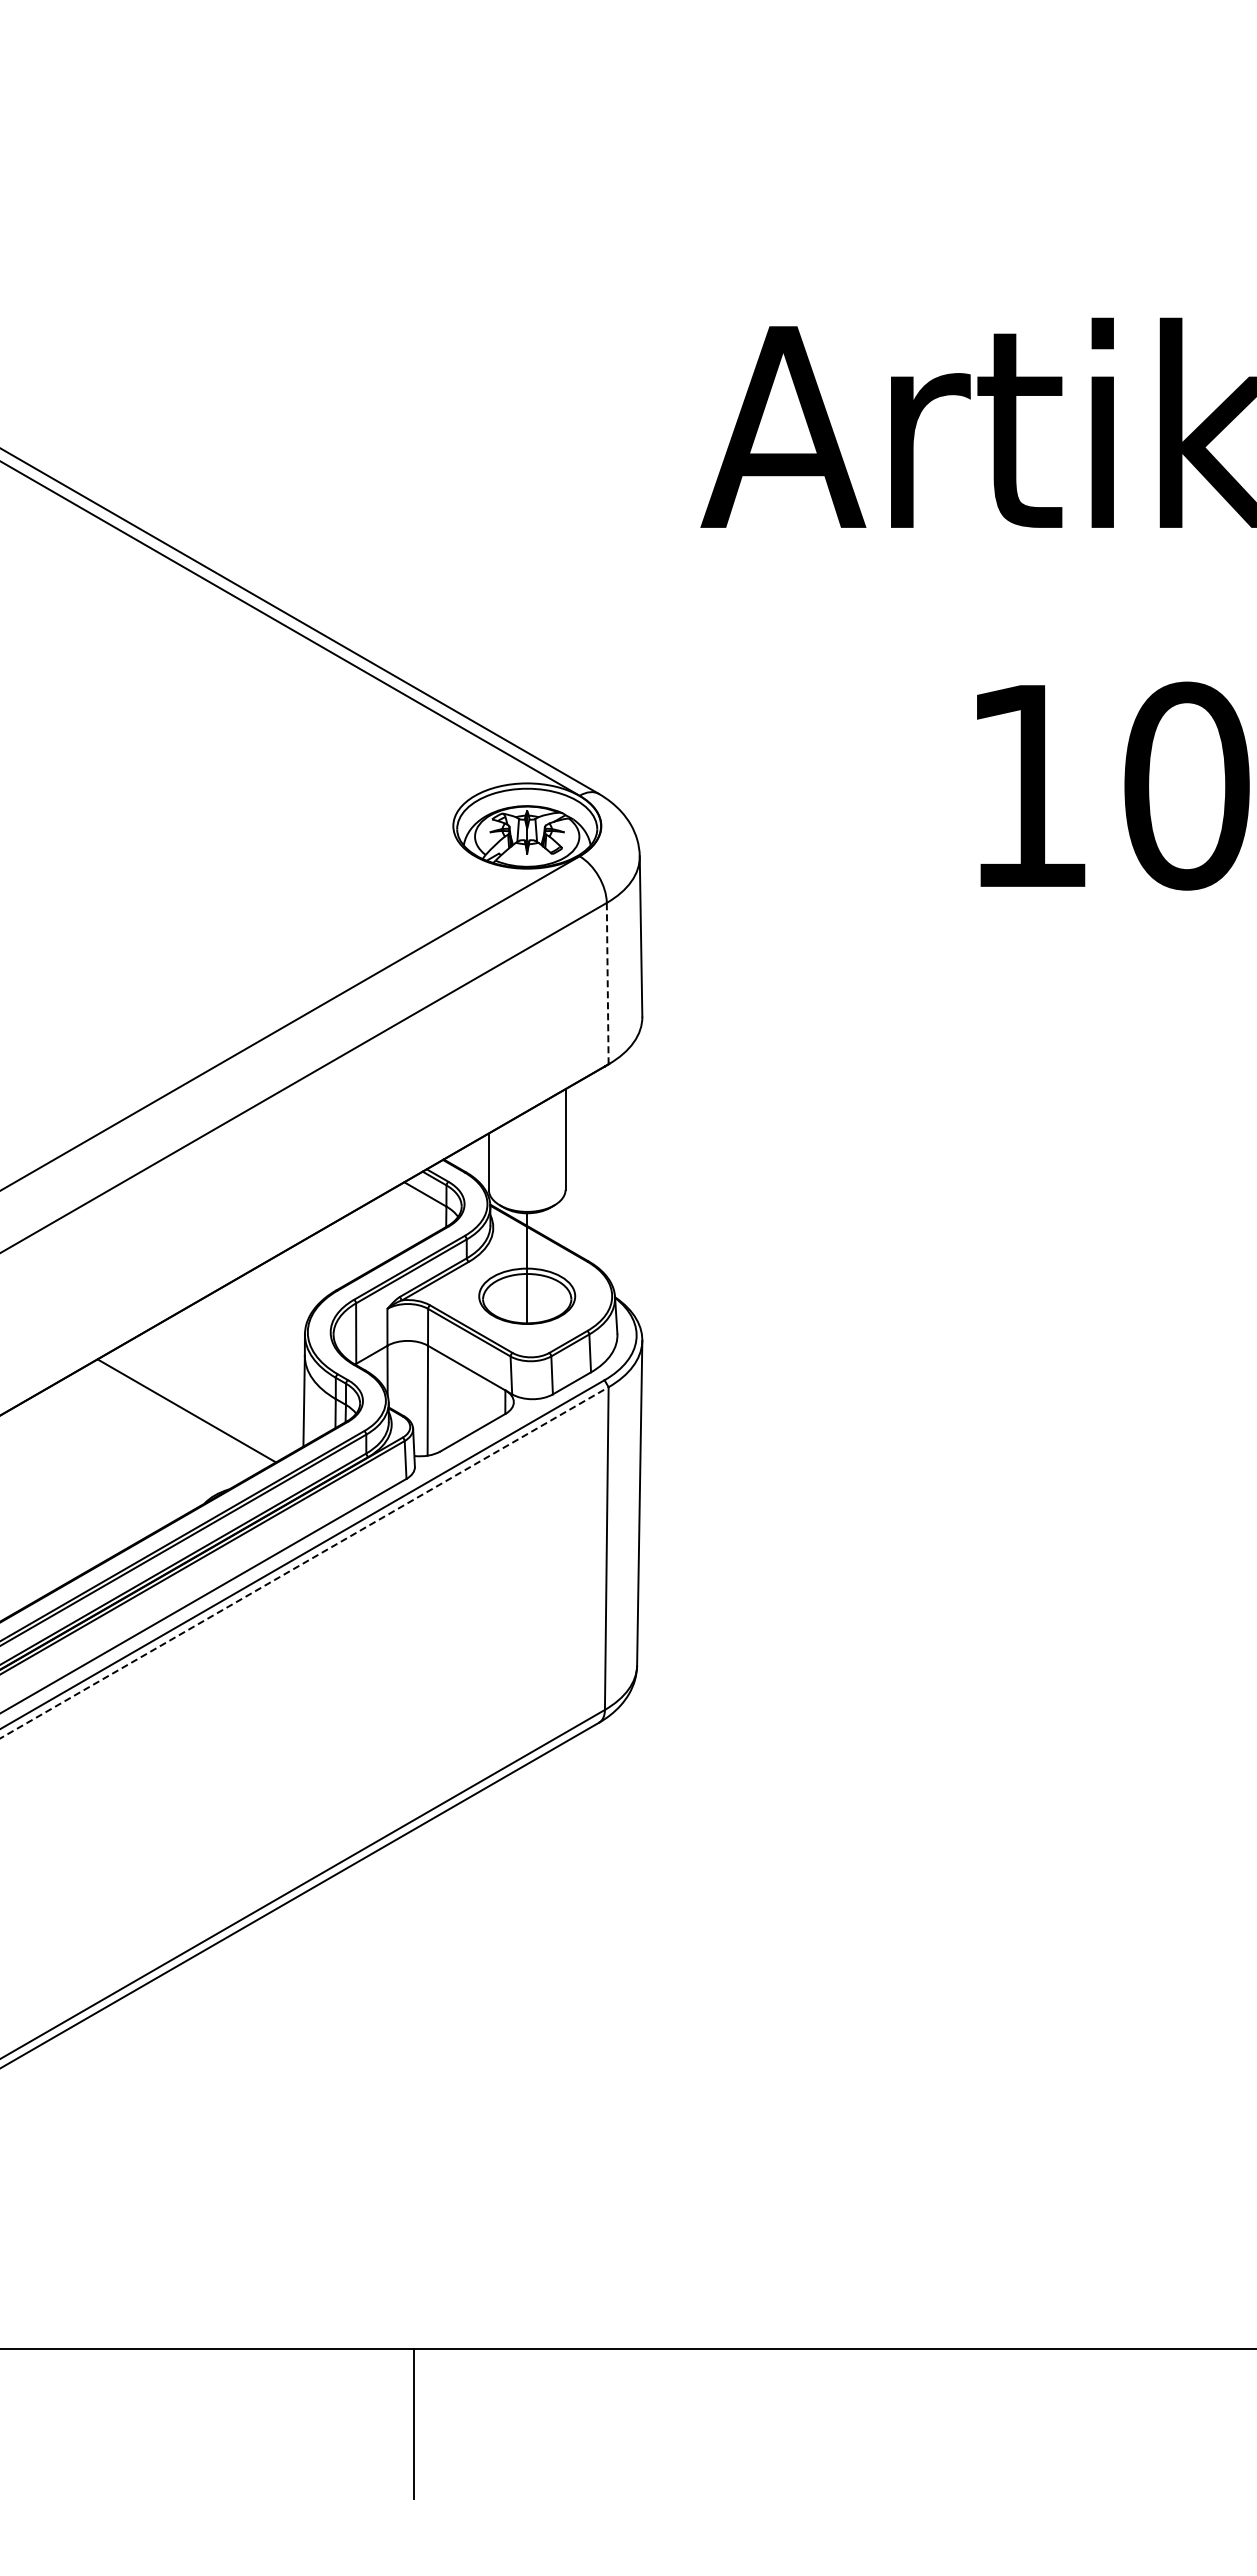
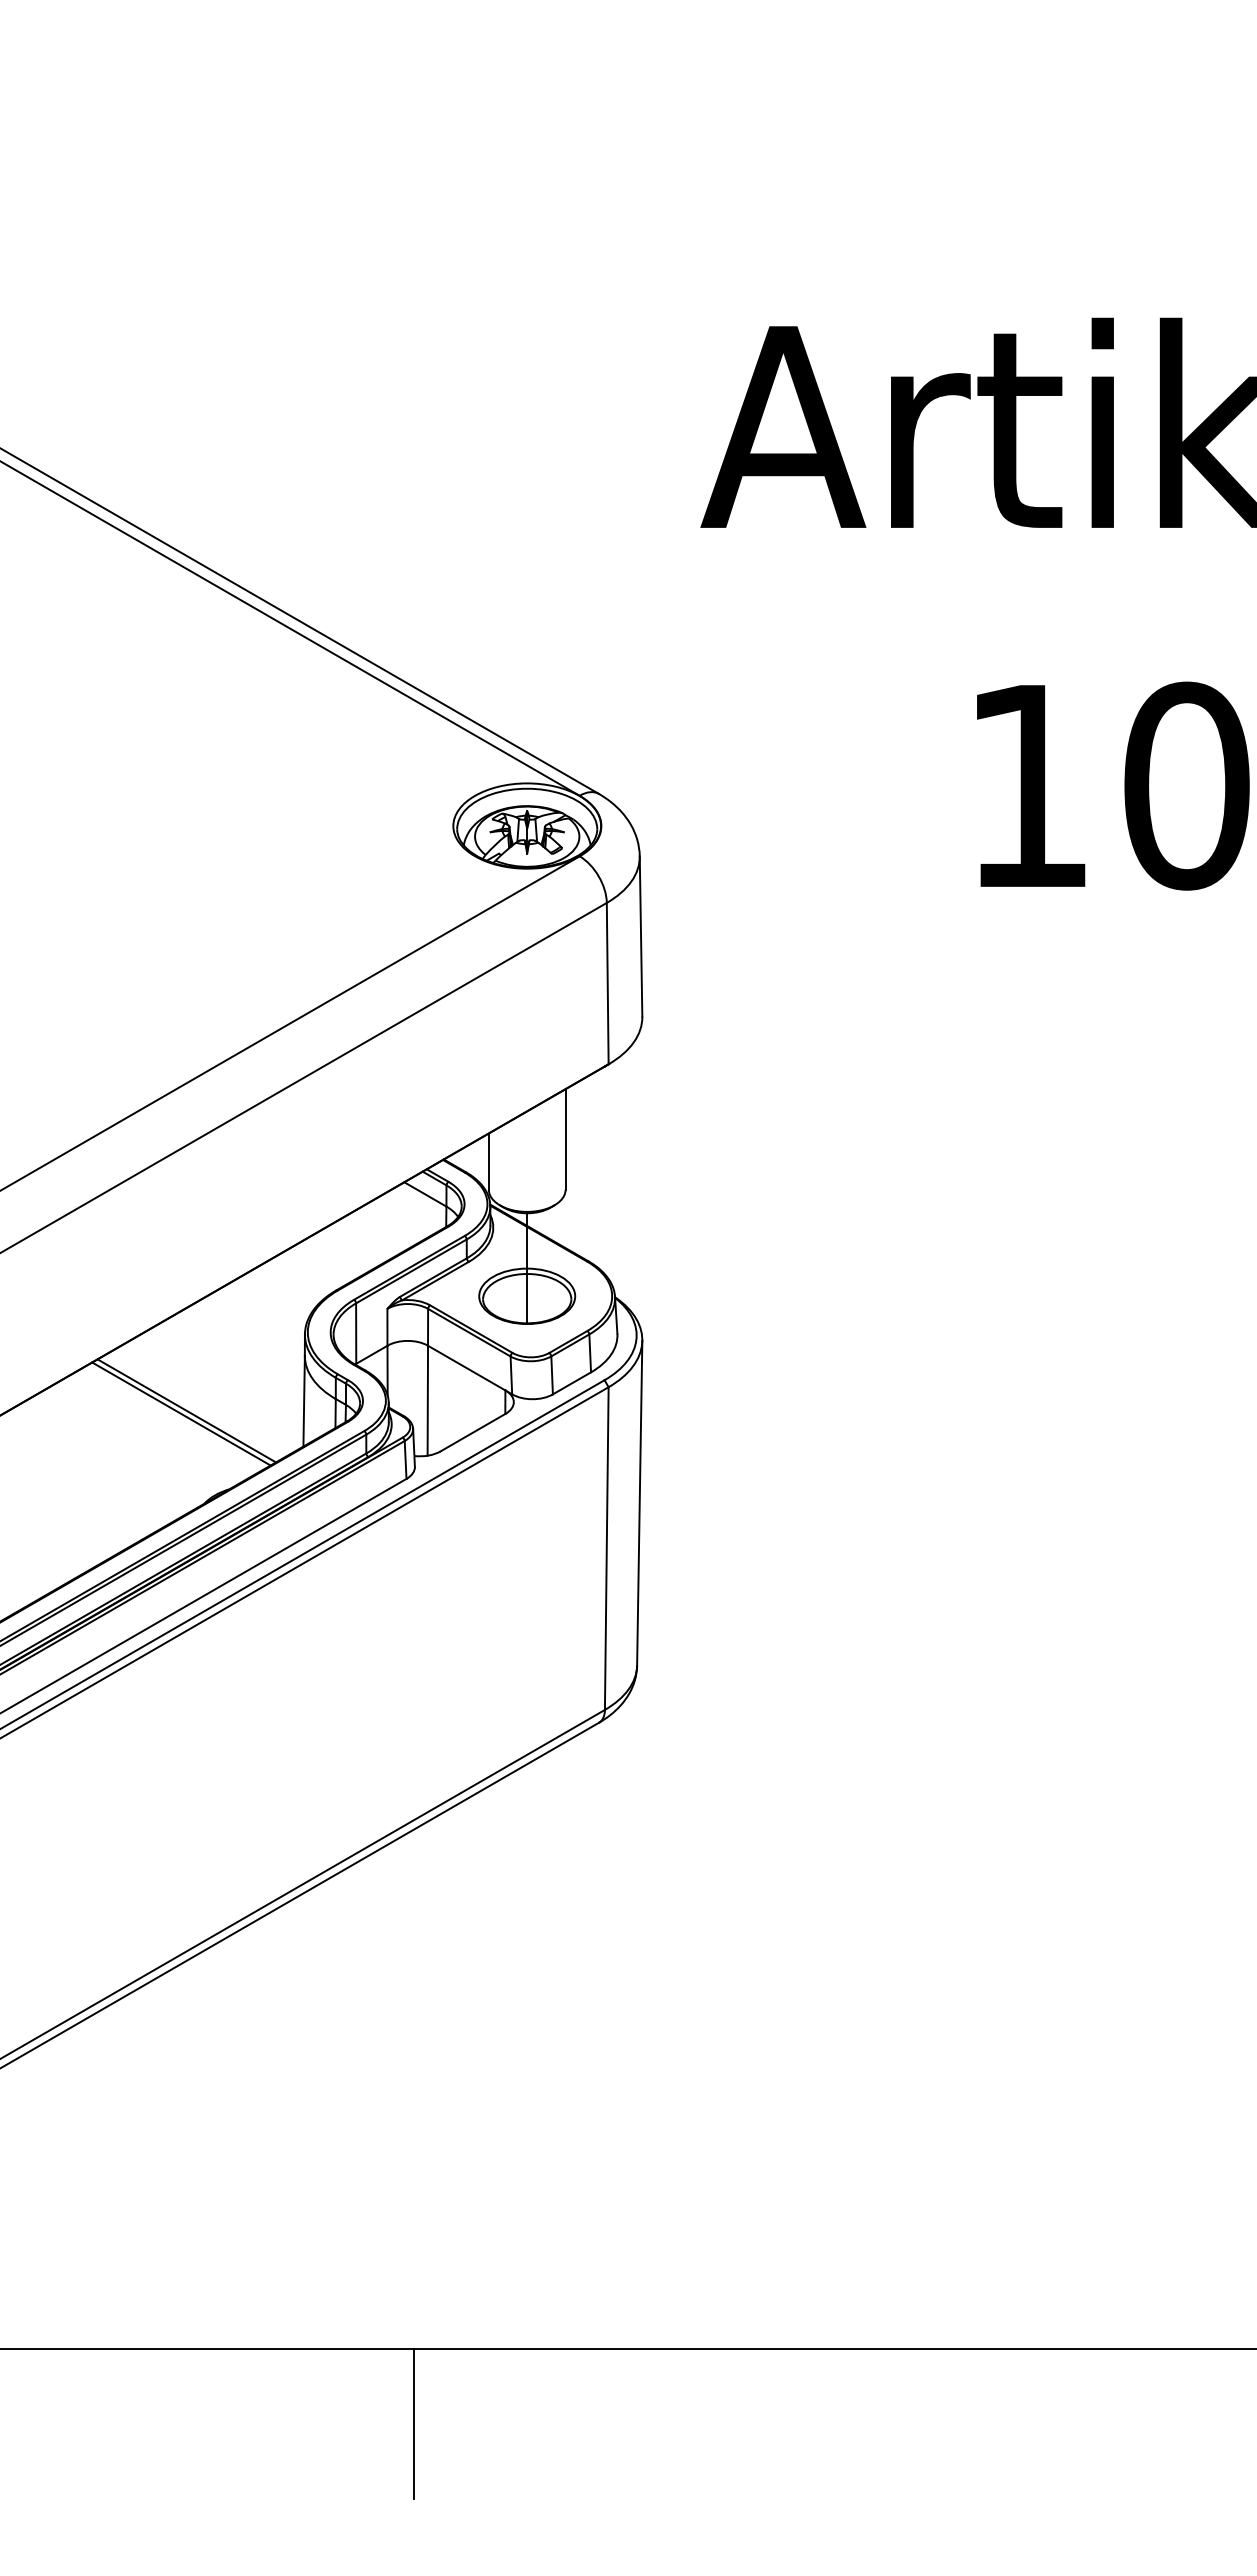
line at (607, 983): dashed -> solid
line at (181, 1413): none -> present
line at (304, 1562): dashed -> solid
